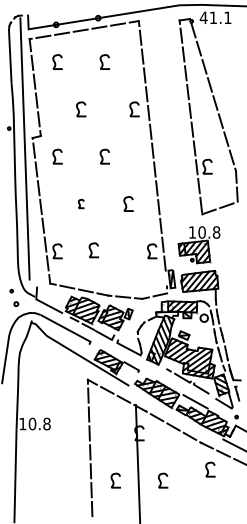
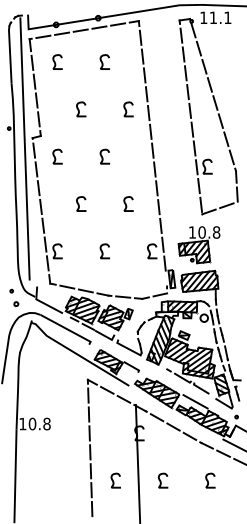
text at (203, 17): 41.1 -> 11.1
part at (134, 109) position: (134, 109) -> (128, 109)
part at (80, 203) size: 8x12 px -> 11x16 px
part at (93, 250) position: (93, 250) -> (104, 251)
part at (210, 469) position: (210, 469) -> (210, 480)
